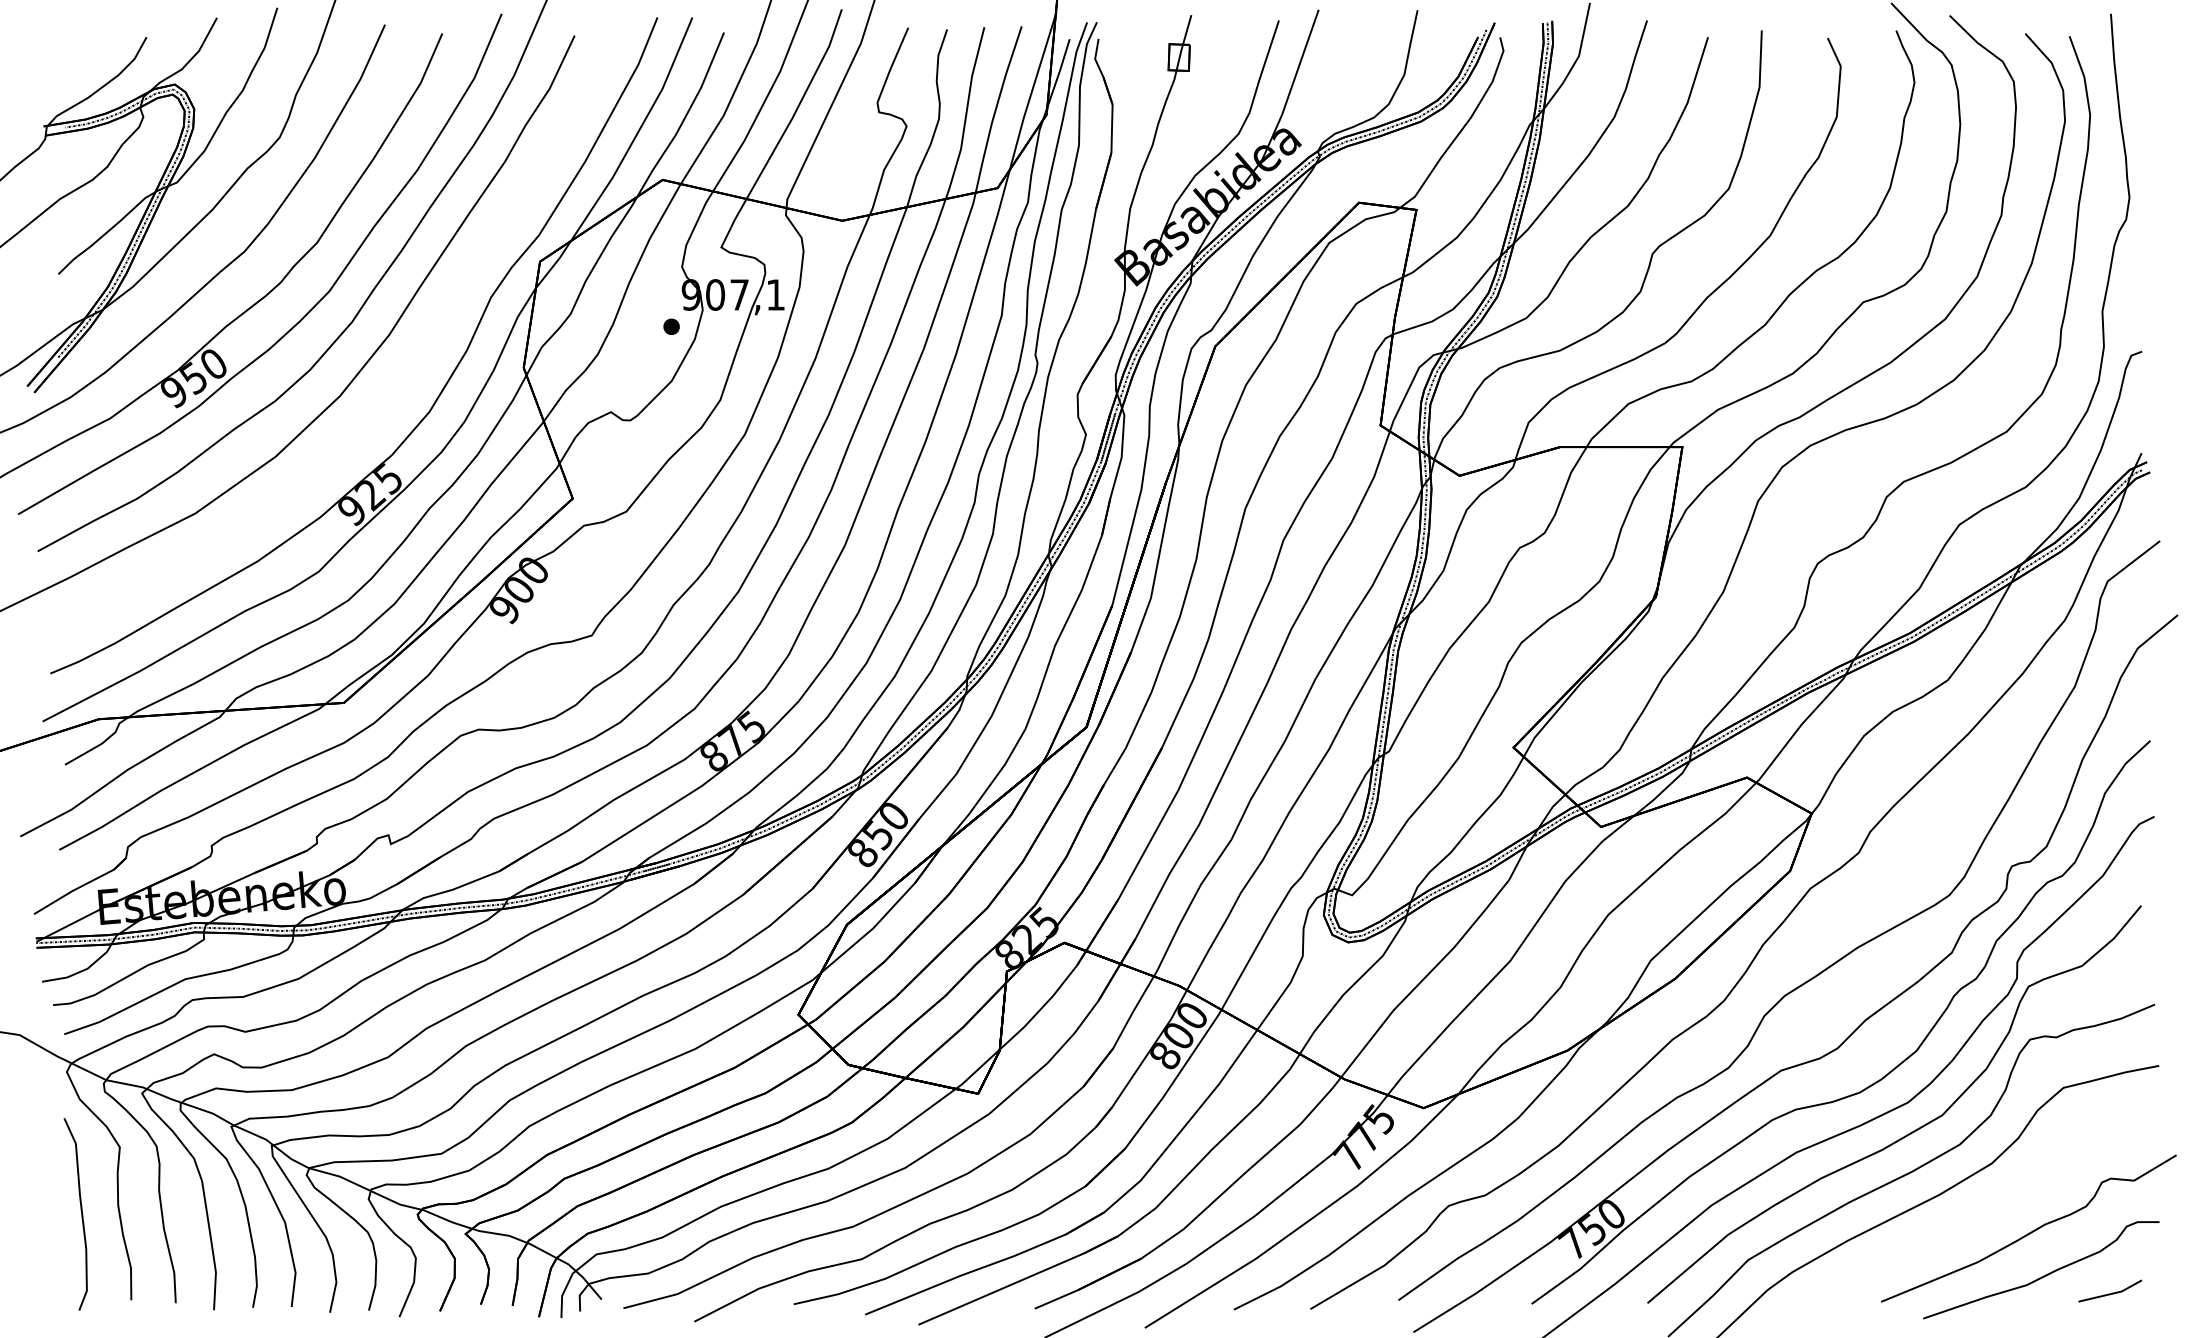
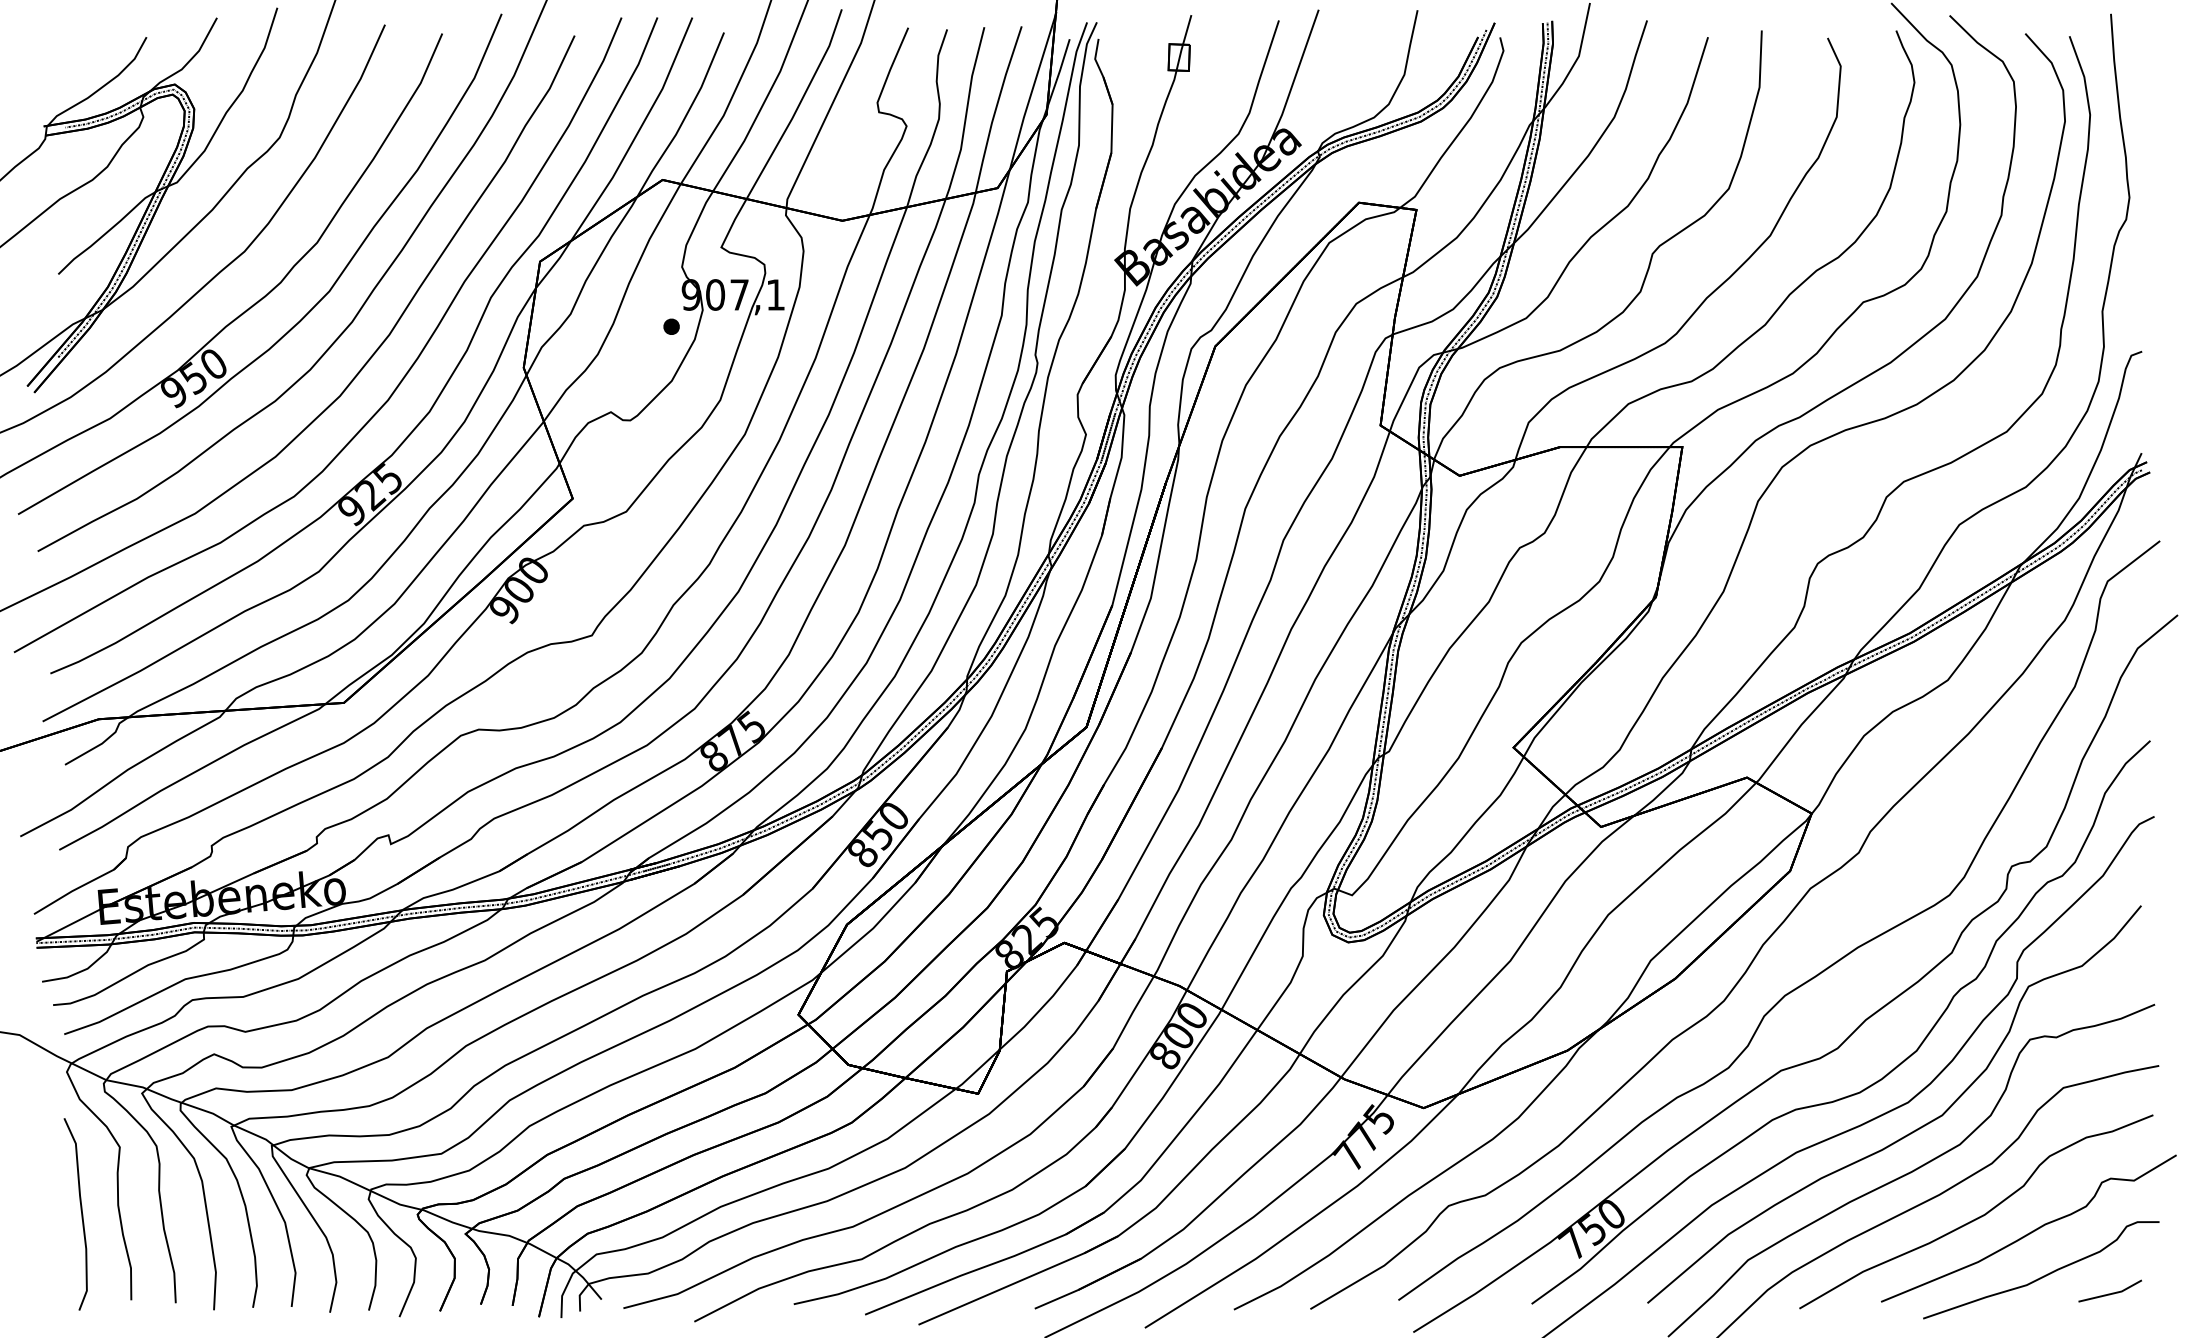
curve at (395, 387): none -> present
part at (1976, 1211): none -> present
